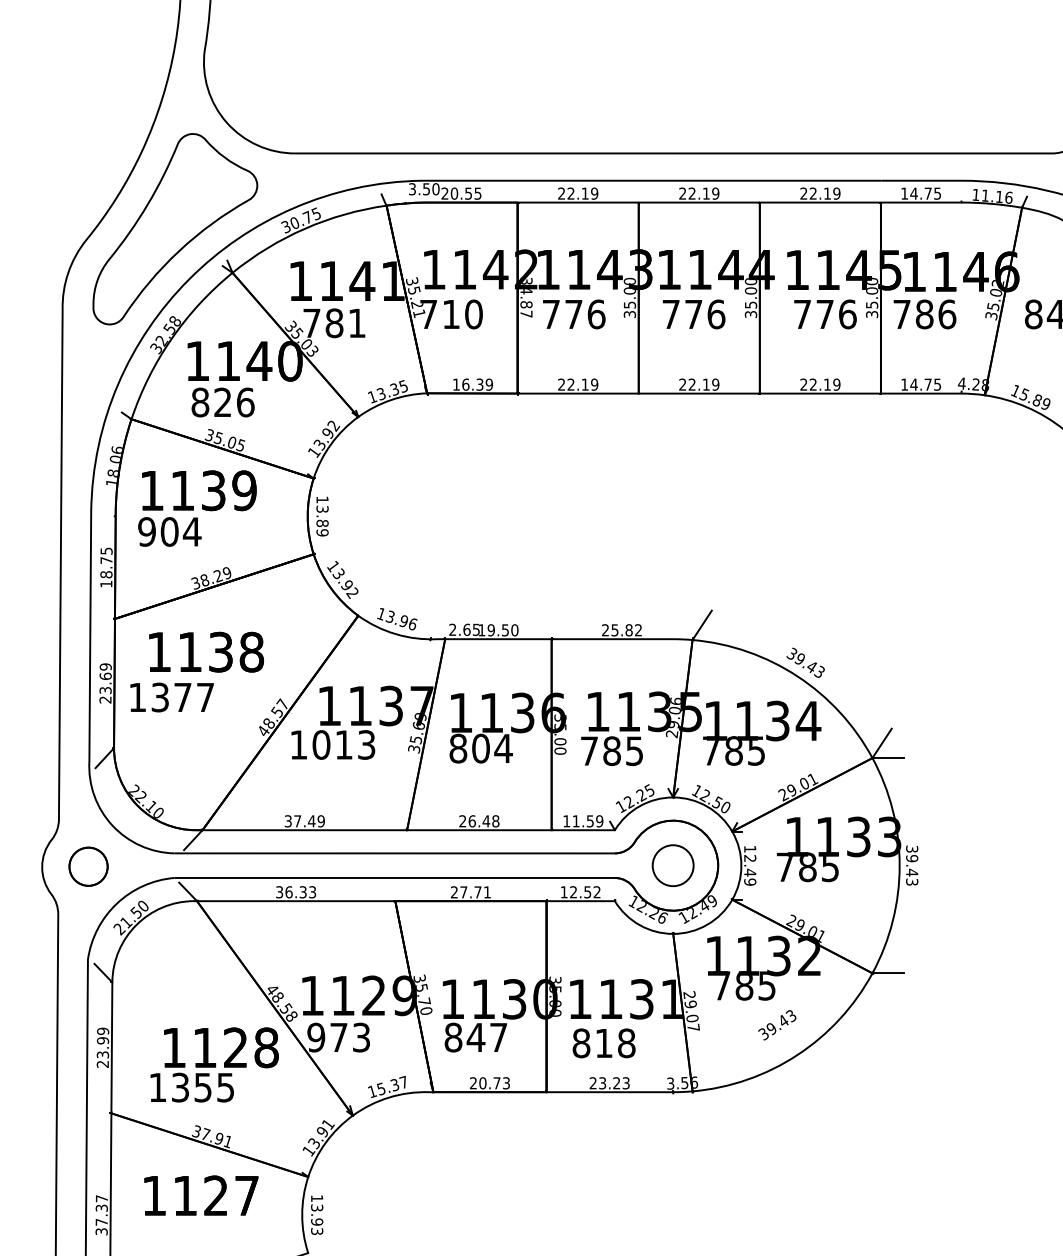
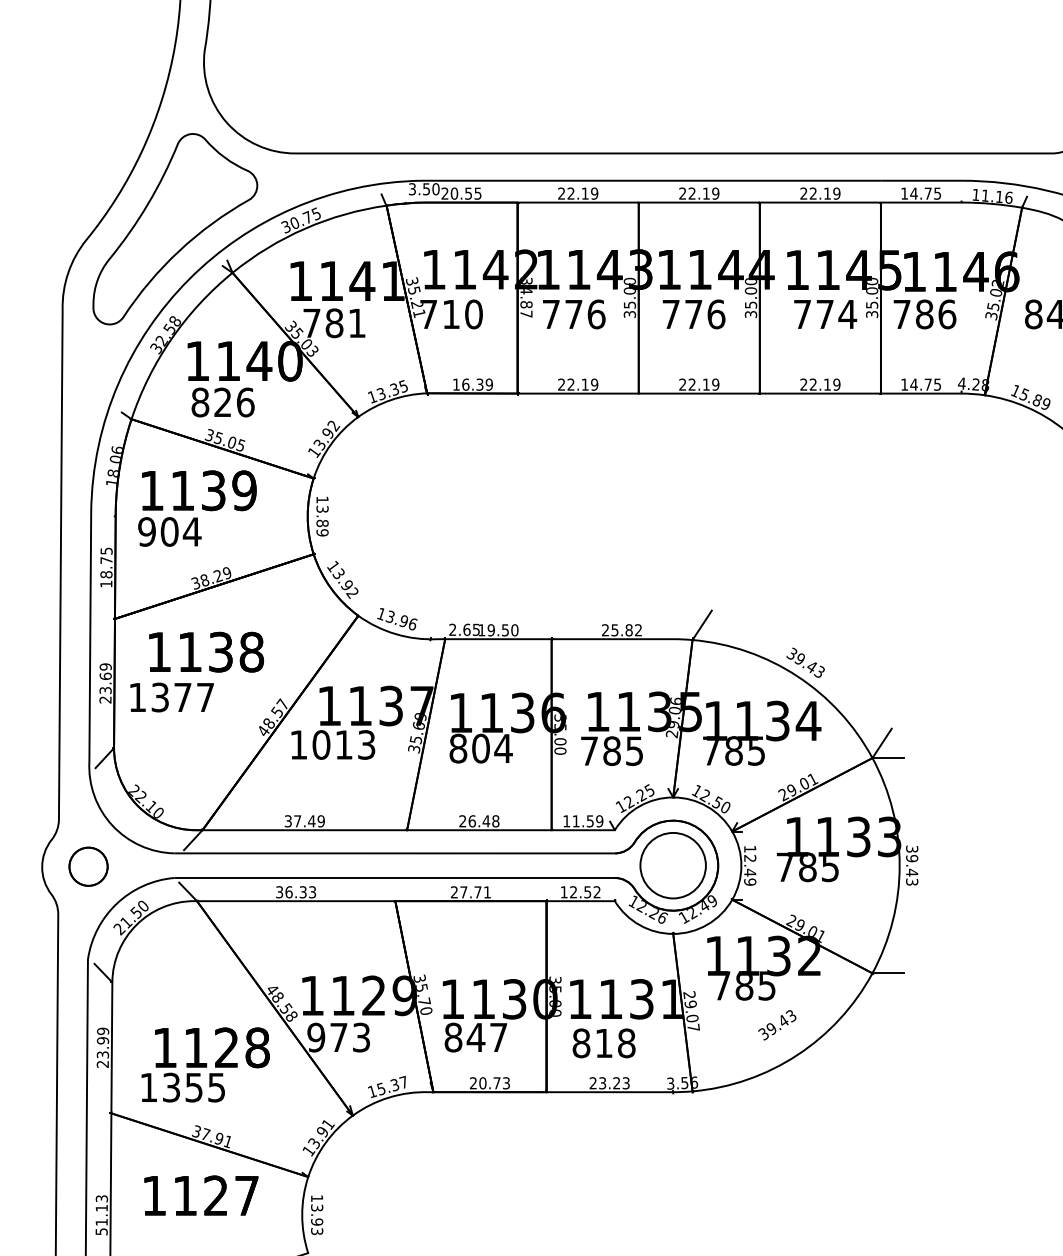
text at (847, 314): 776 -> 774
circle at (672, 865) diameter: 41 px -> 65 px
text at (214, 1064) position: (214, 1064) -> (205, 1064)
text at (101, 1214): 37.37 -> 51.13
